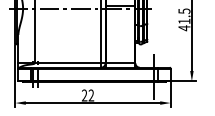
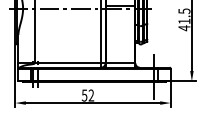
text at (84, 95): 22 -> 52
